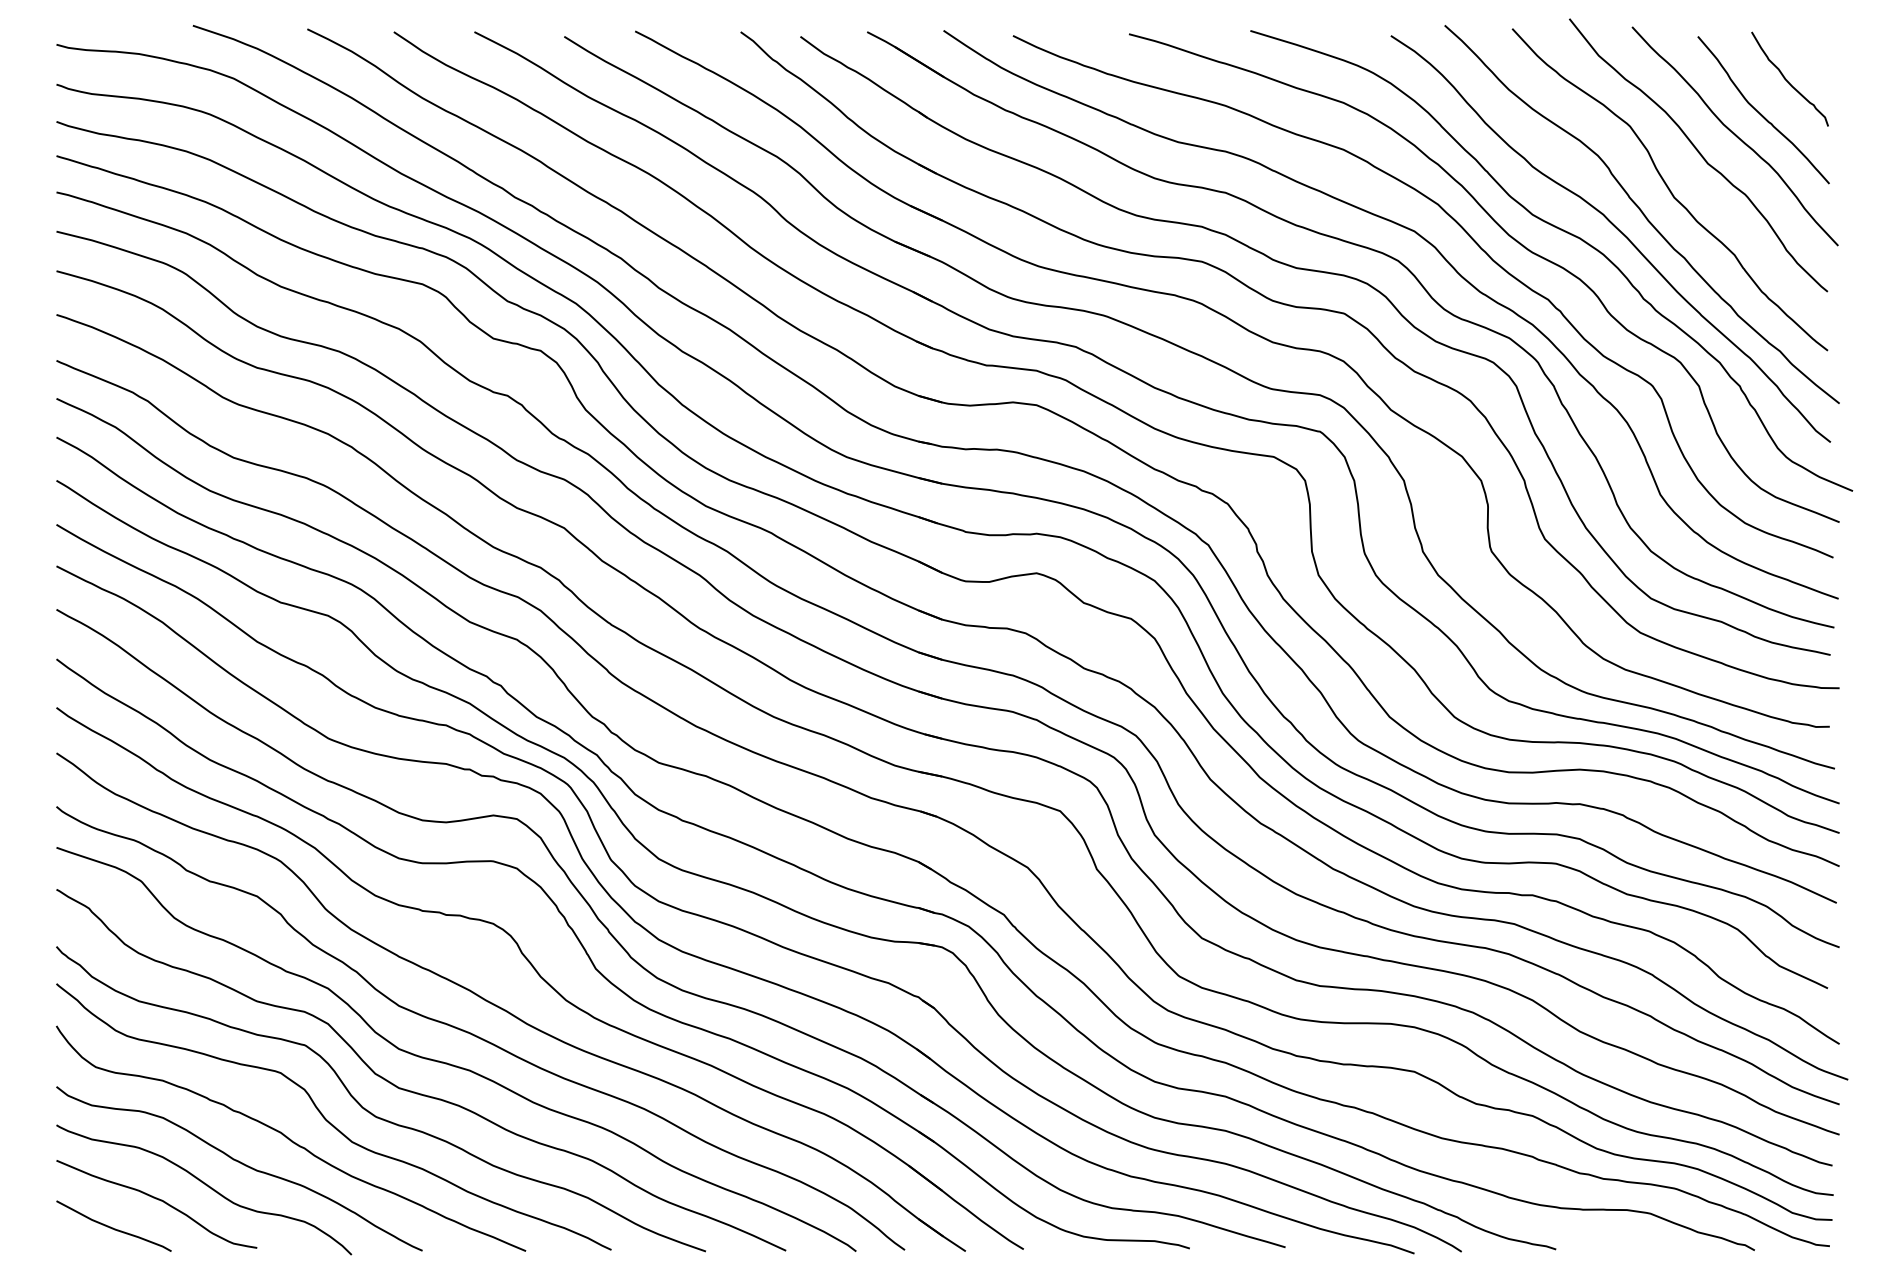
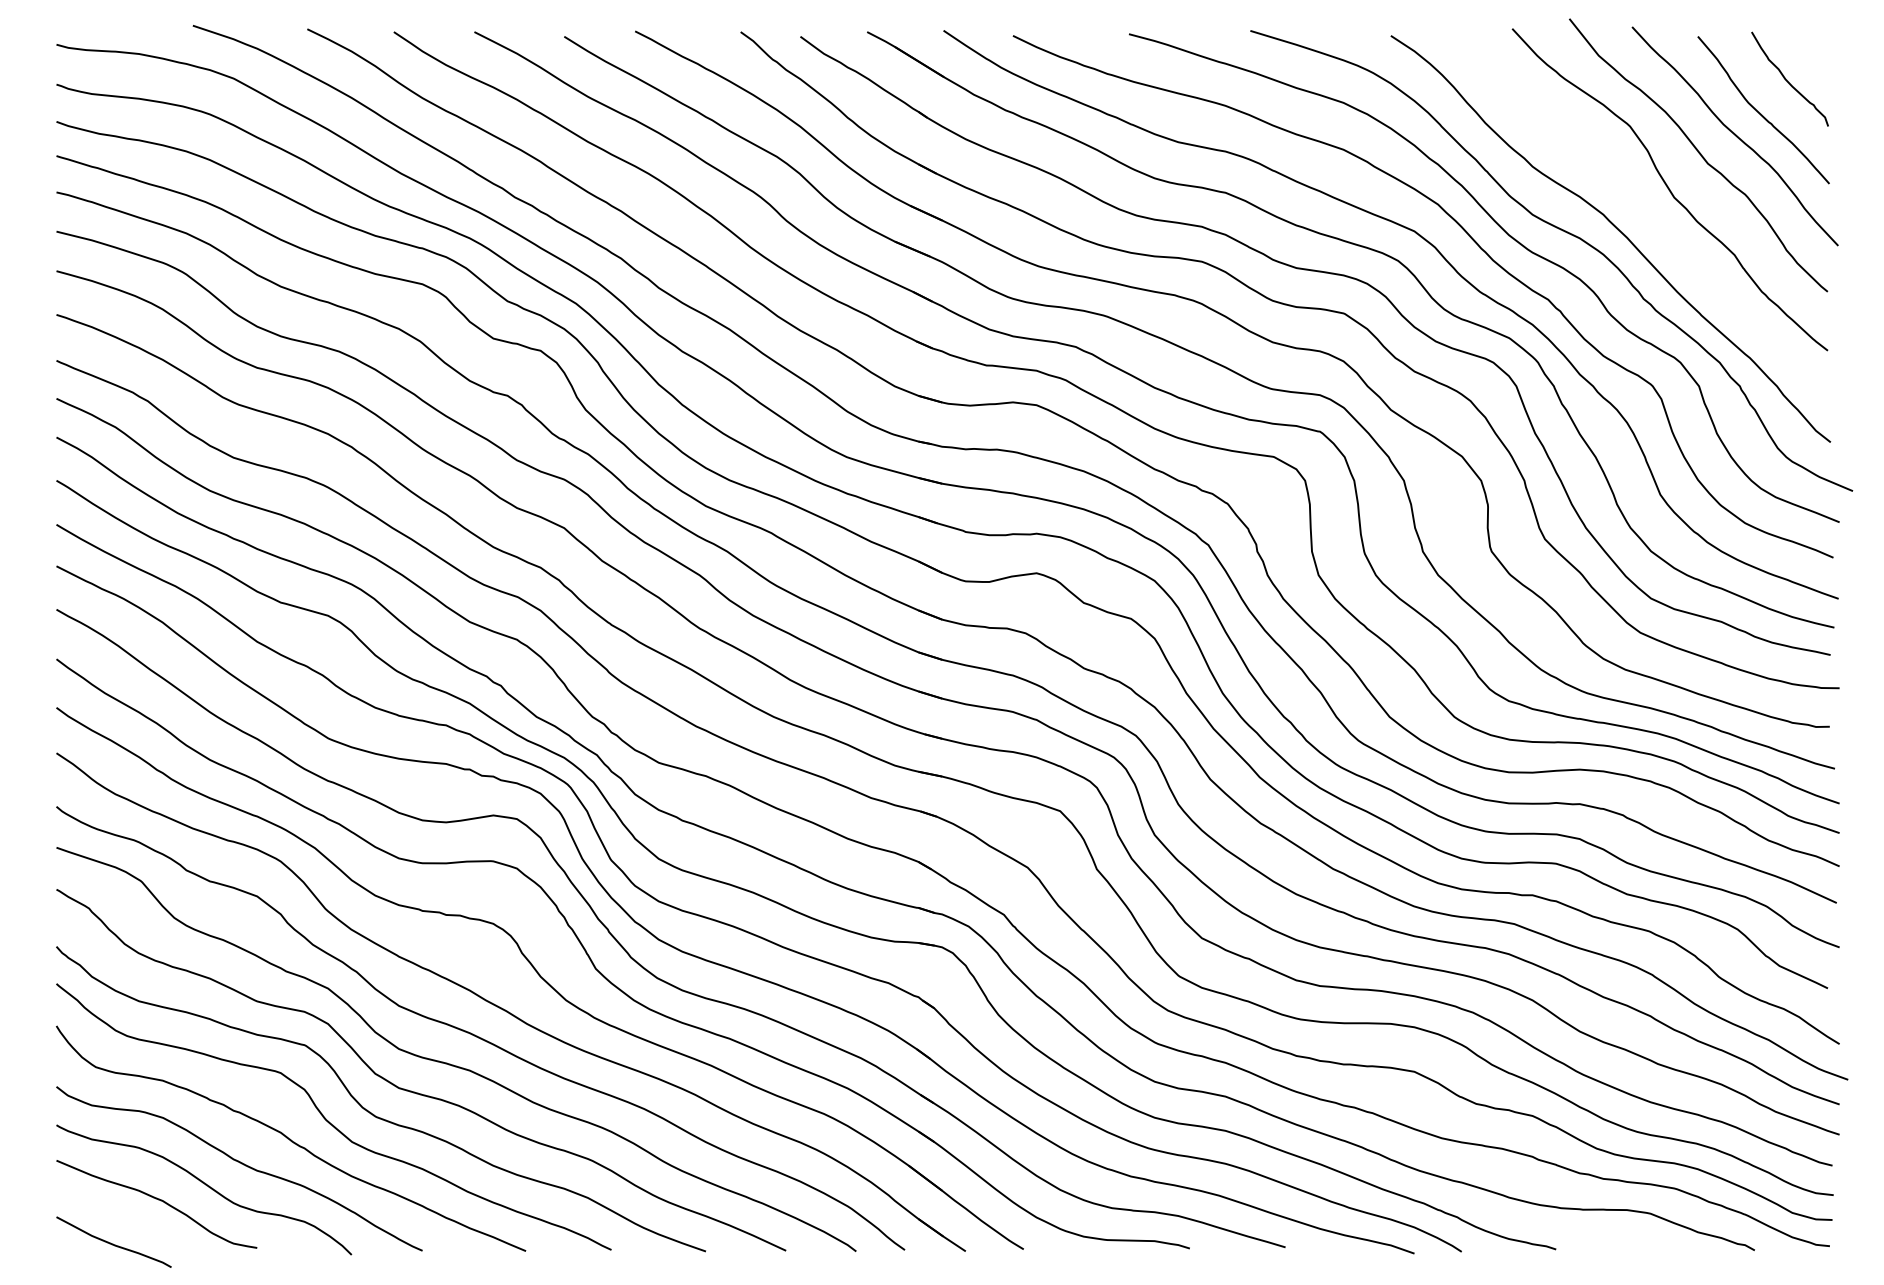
curve at (1641, 213): present -> none
curve at (113, 1227) position: (113, 1227) -> (113, 1243)
